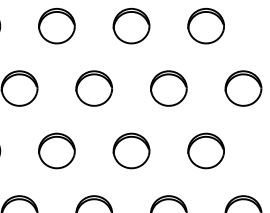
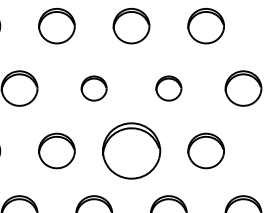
part at (93, 88) size: 38x37 px -> 28x27 px
part at (168, 88) size: 38x37 px -> 28x27 px
part at (131, 150) size: 39x38 px -> 60x58 px
